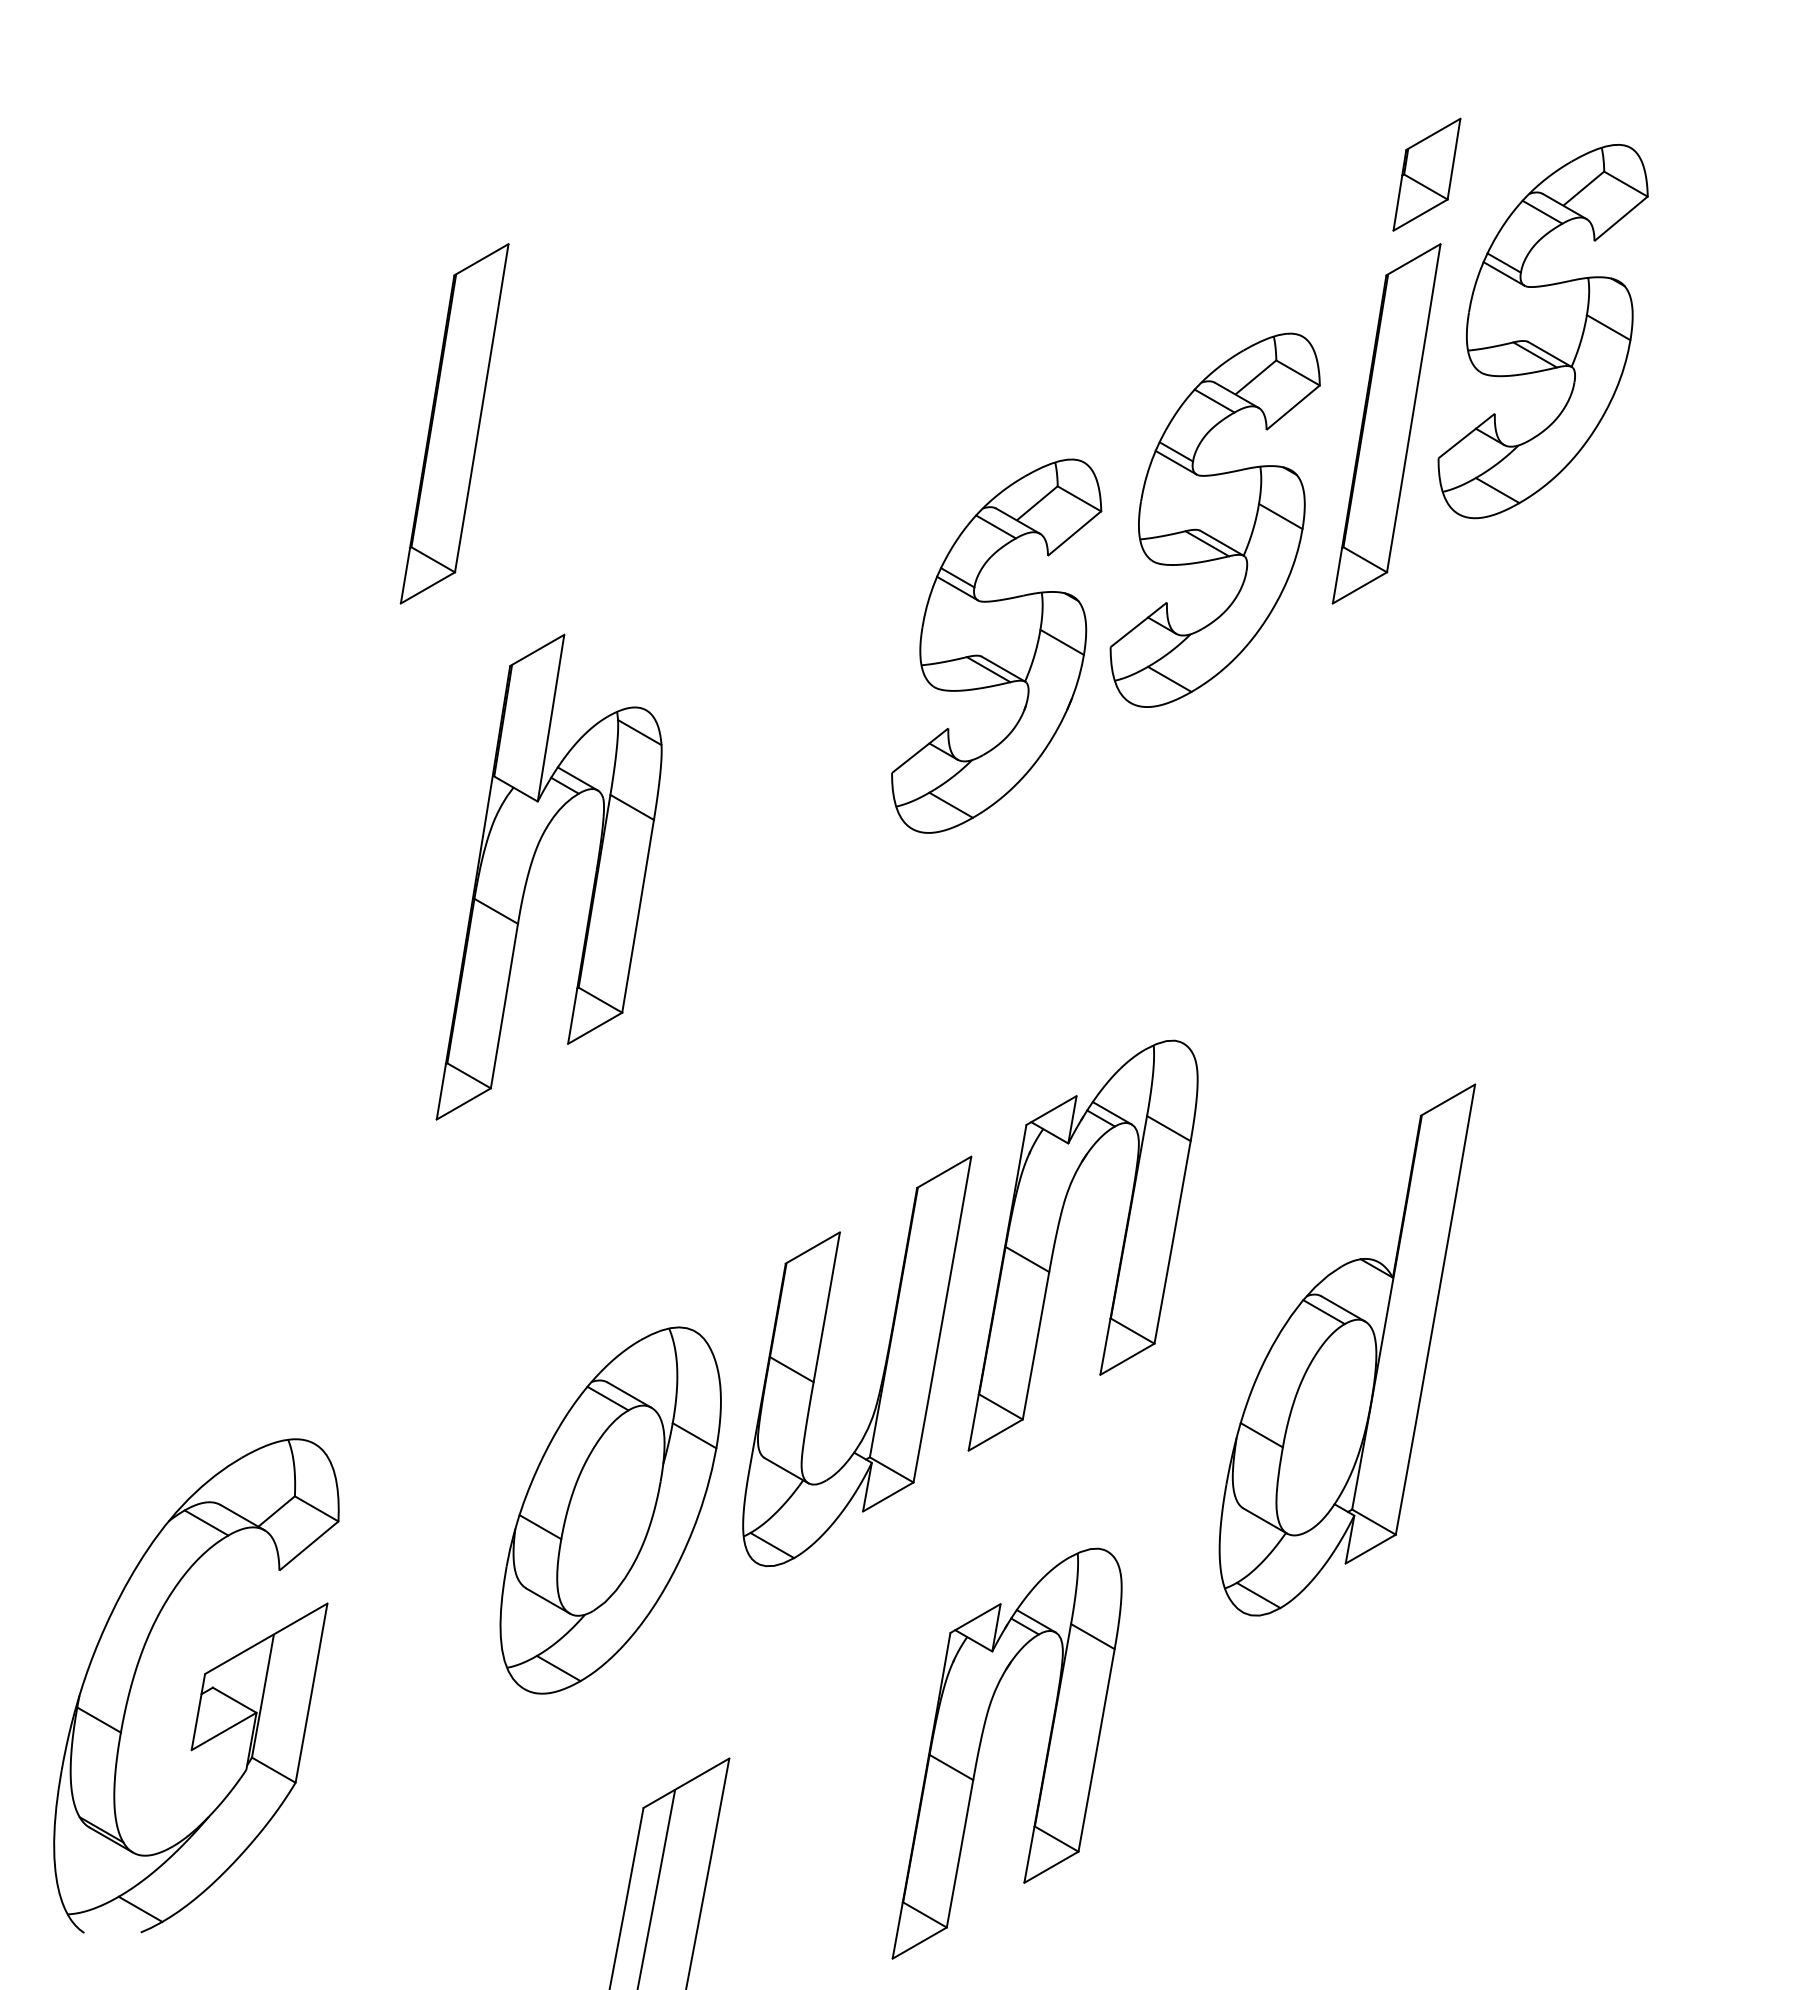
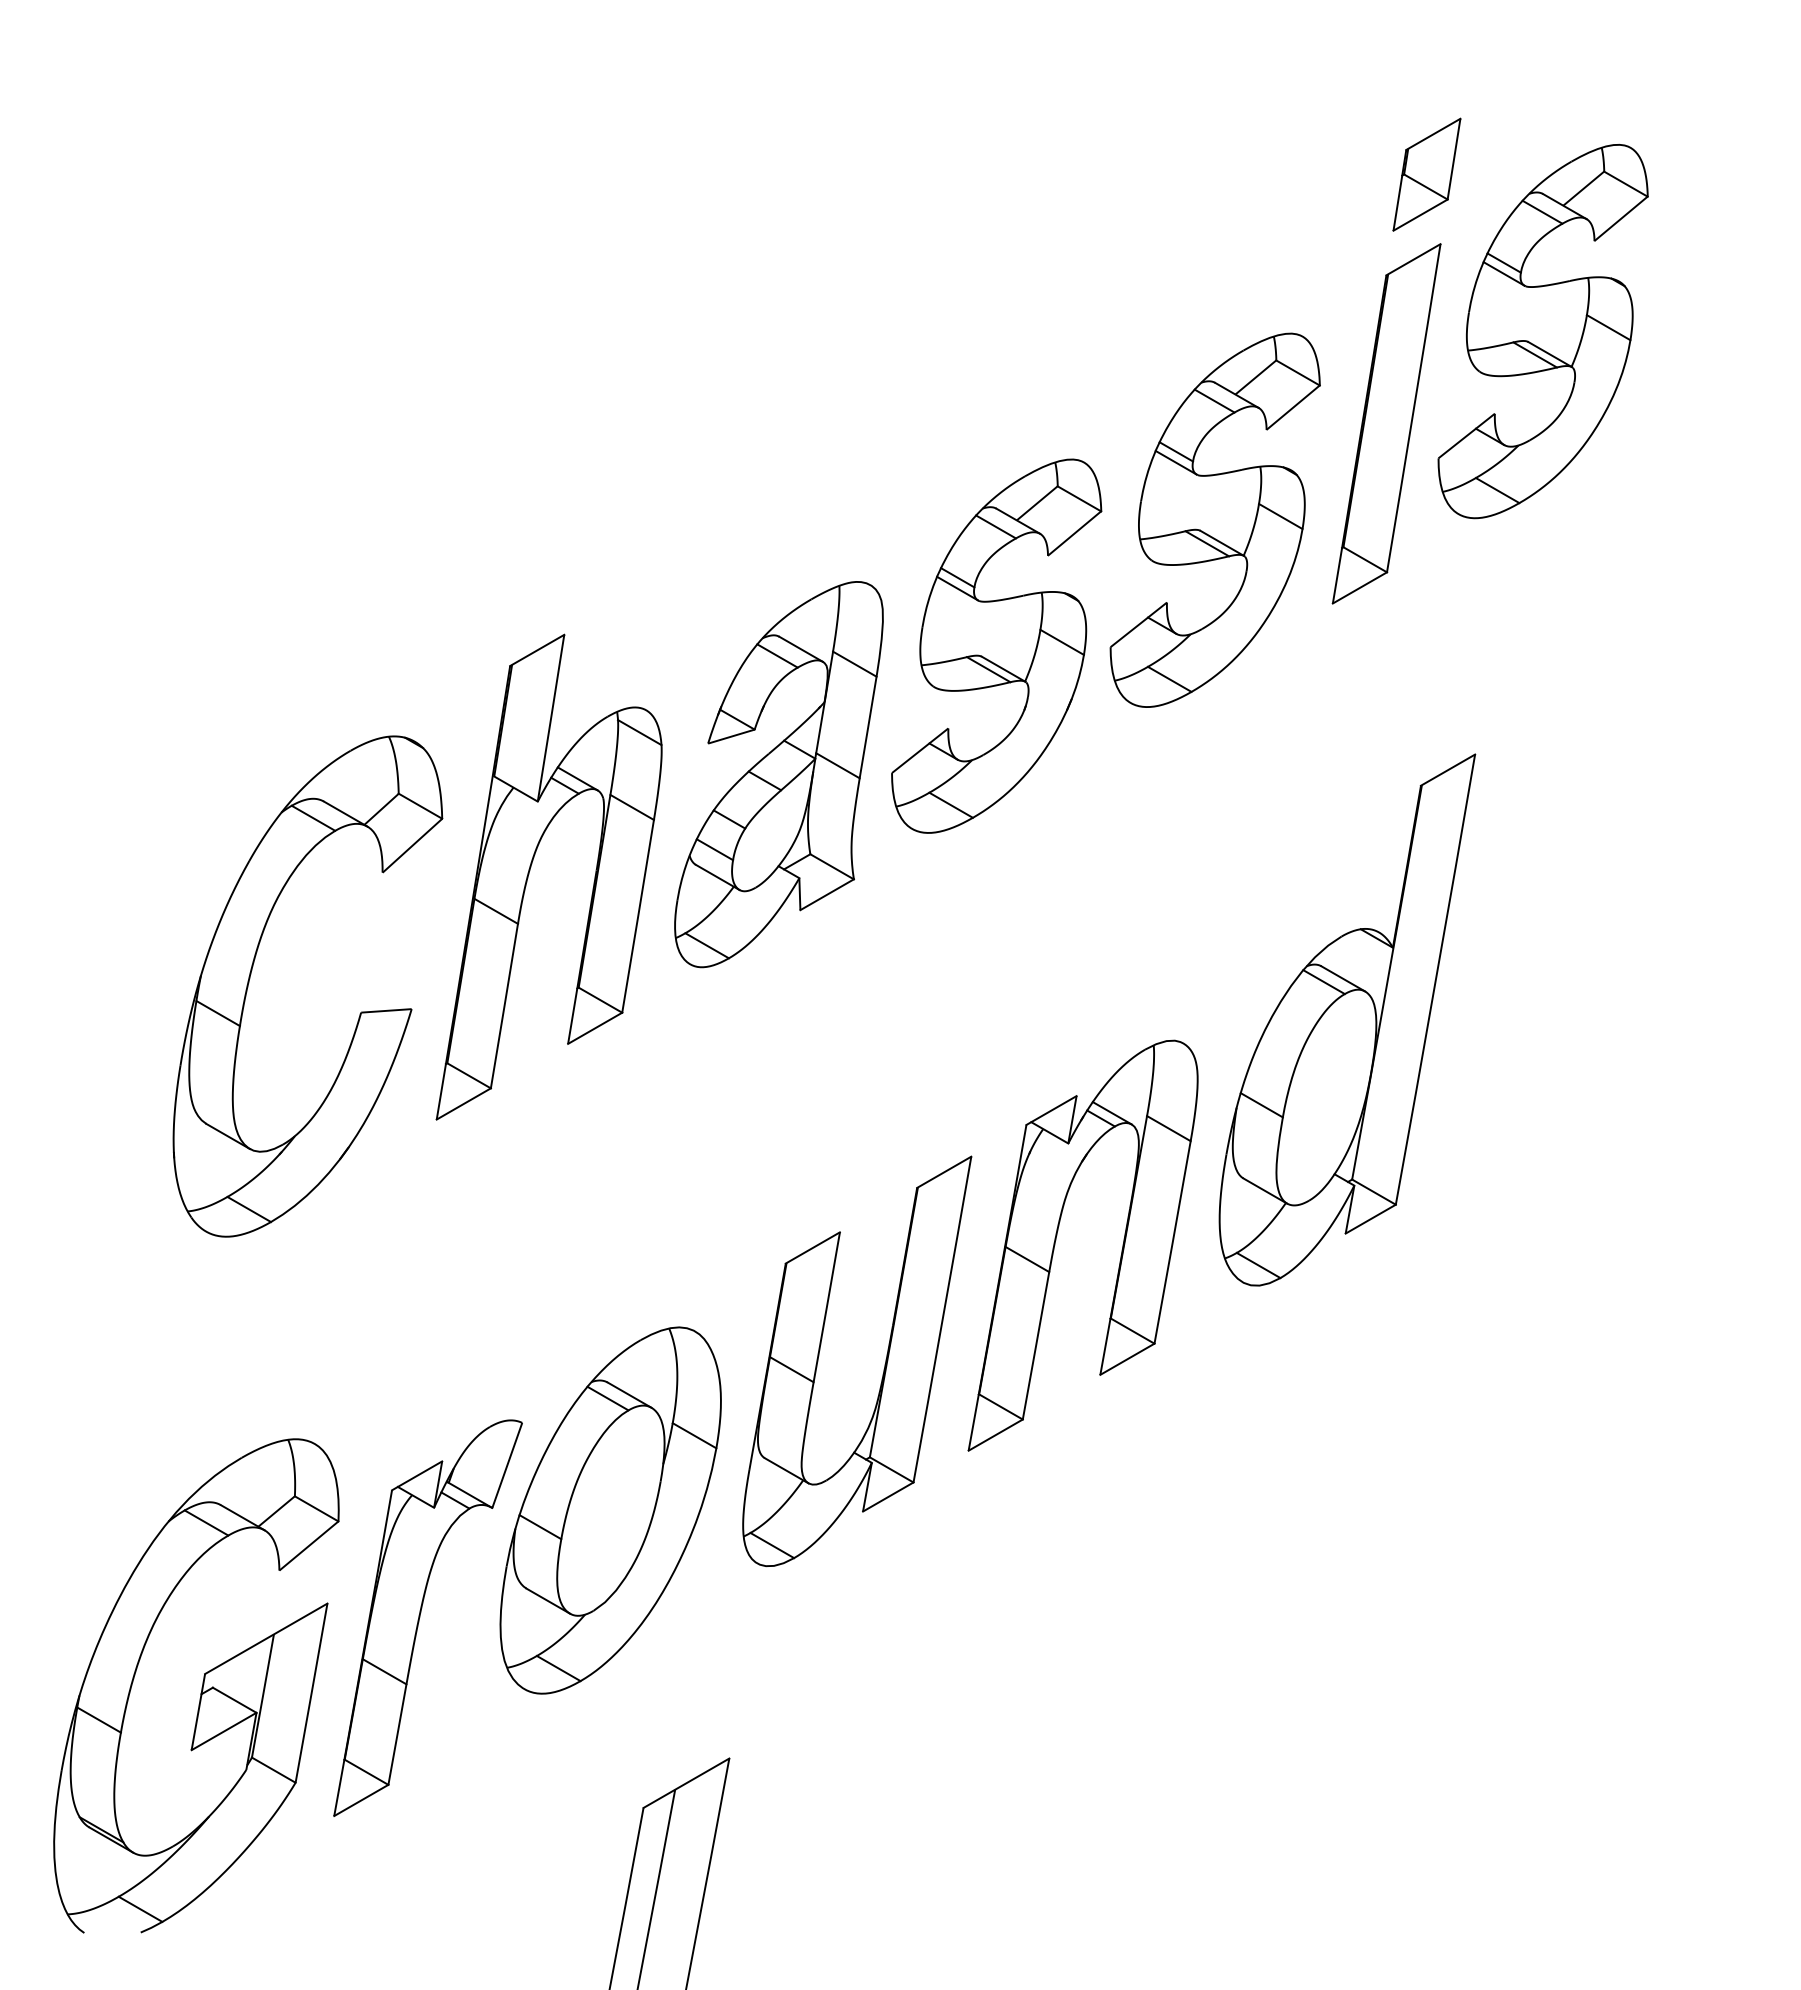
part at (454, 423): present -> none
part at (778, 774): none -> present
part at (251, 974): none -> present
part at (1347, 1349) position: (1347, 1349) -> (1347, 1019)
part at (420, 1617): none -> present
part at (980, 1748): present -> none
